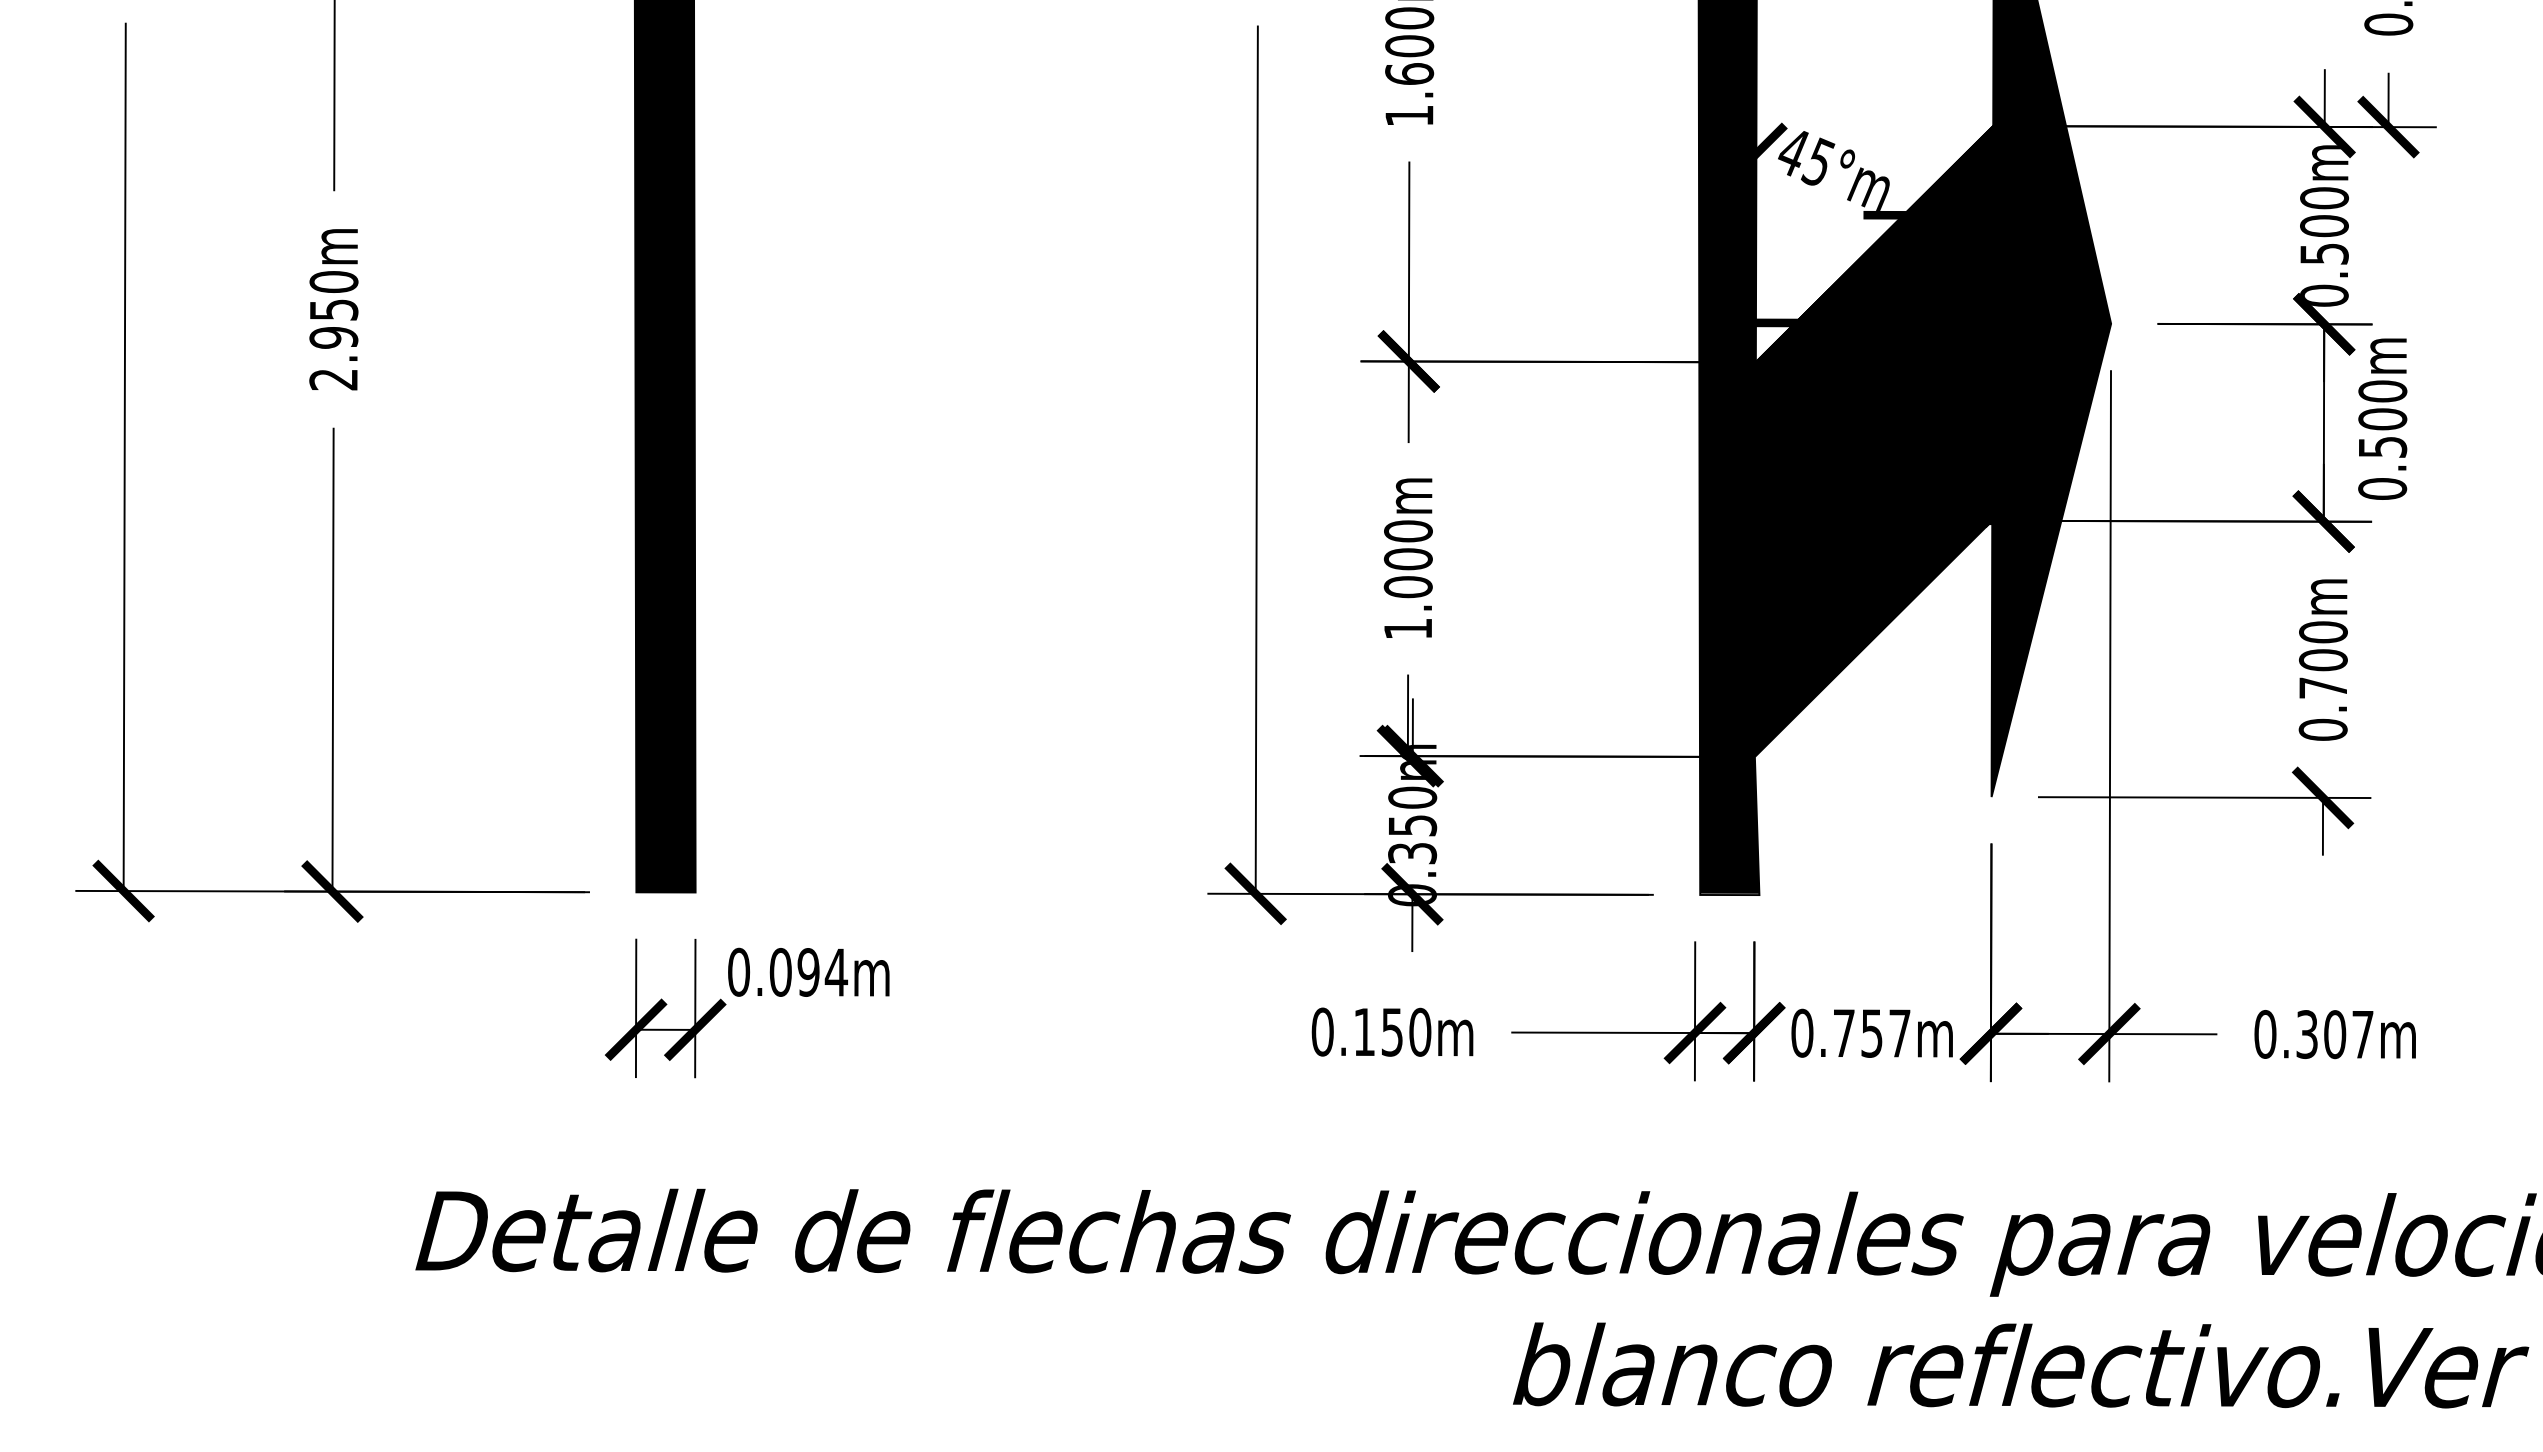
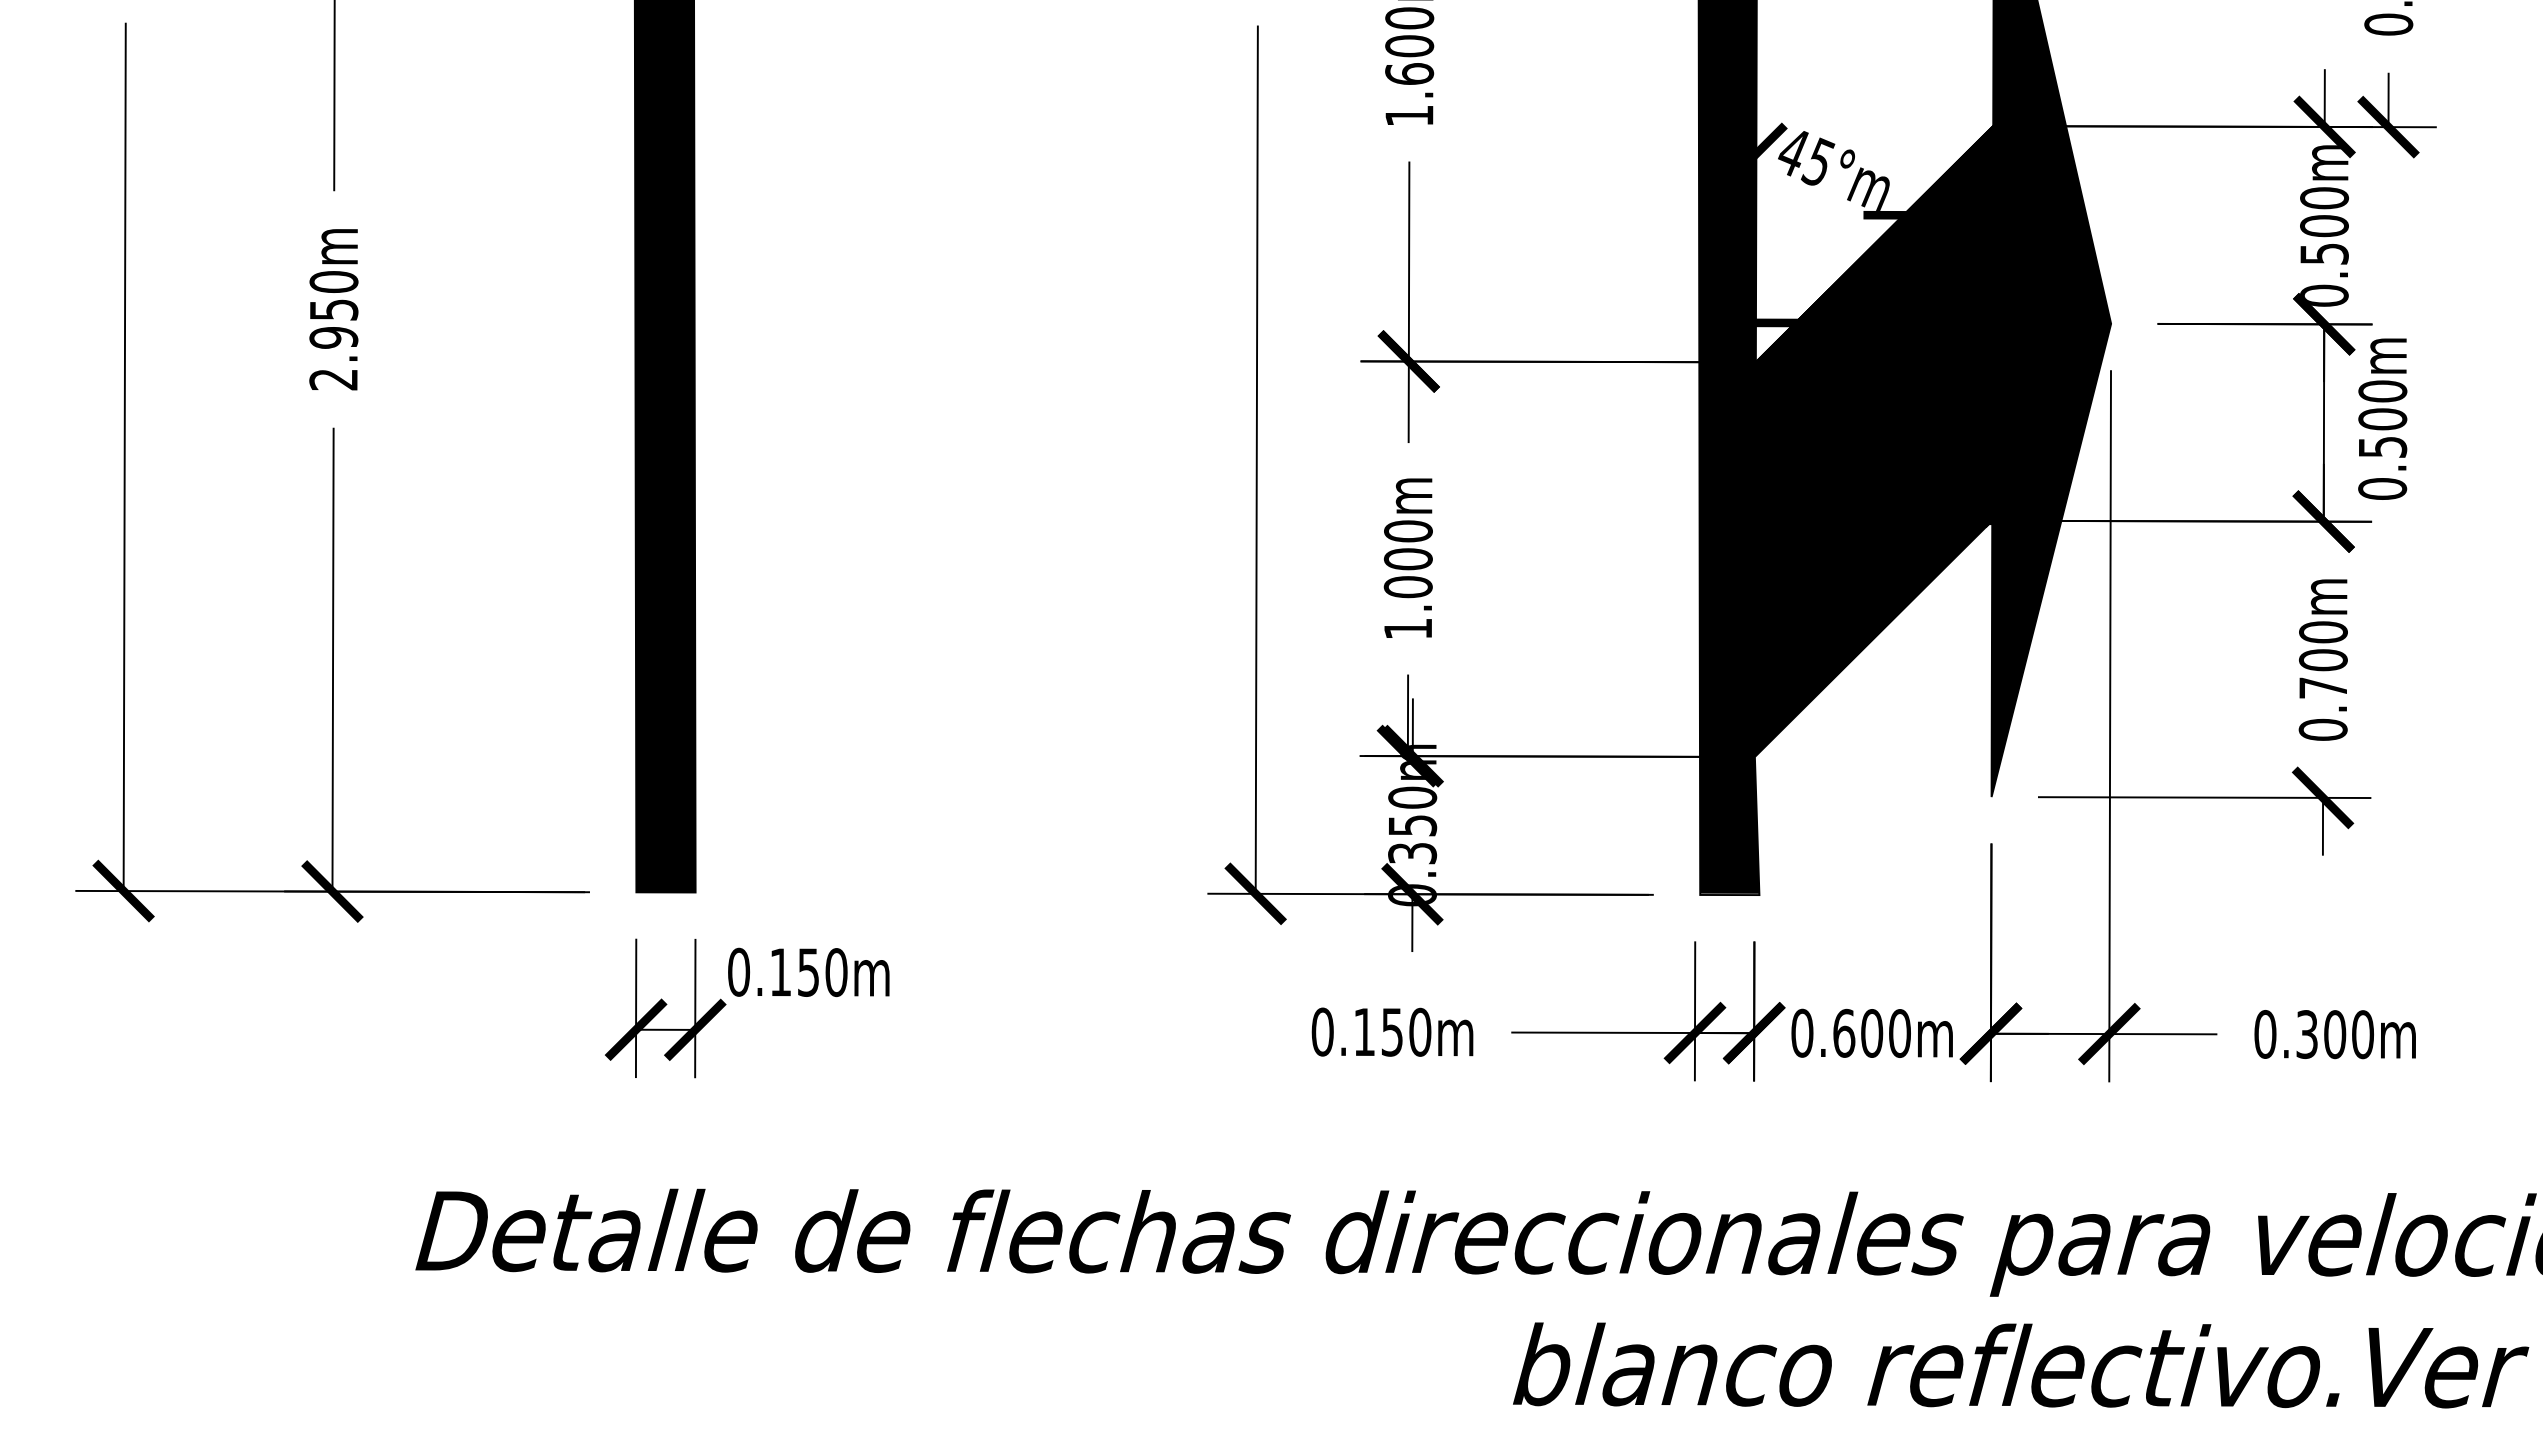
text at (808, 972): 0.094m -> 0.150m
text at (1871, 1032): 0.757m -> 0.600m
text at (2362, 1034): 0.307m -> 0.300m
